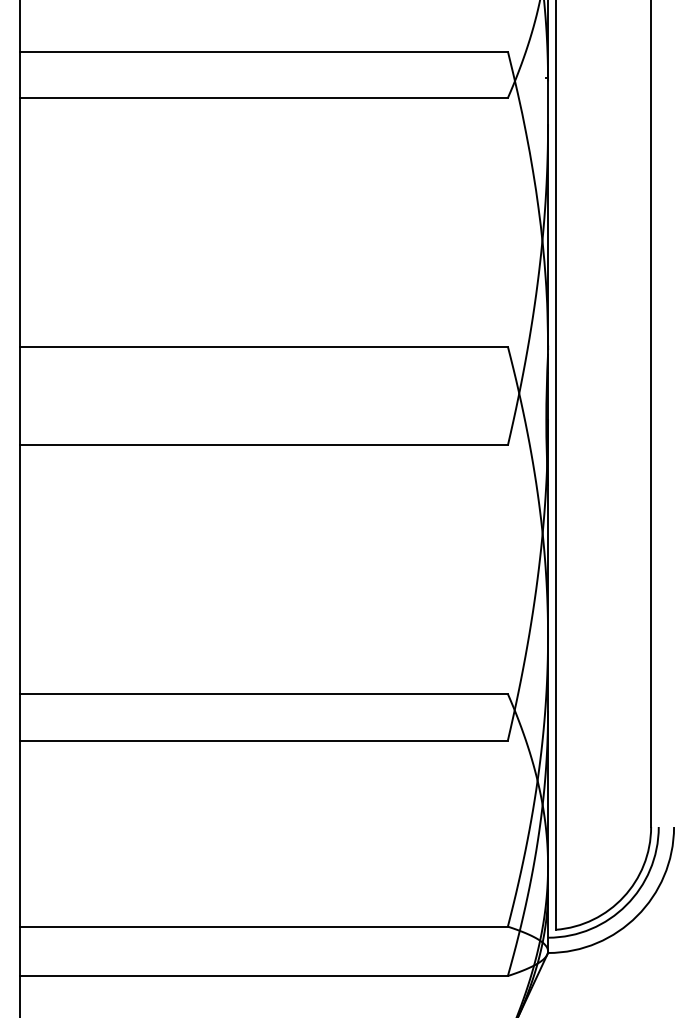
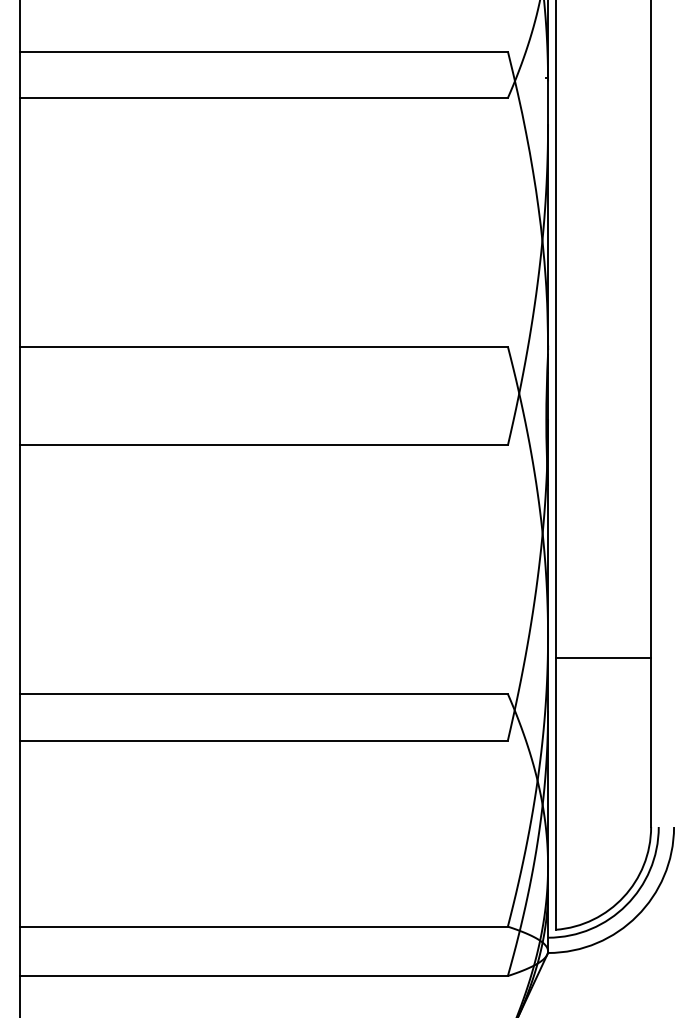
line at (603, 657): none -> present
